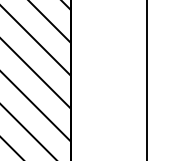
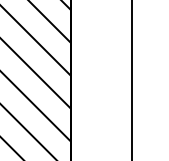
line at (146, 79) position: (146, 79) -> (131, 79)
